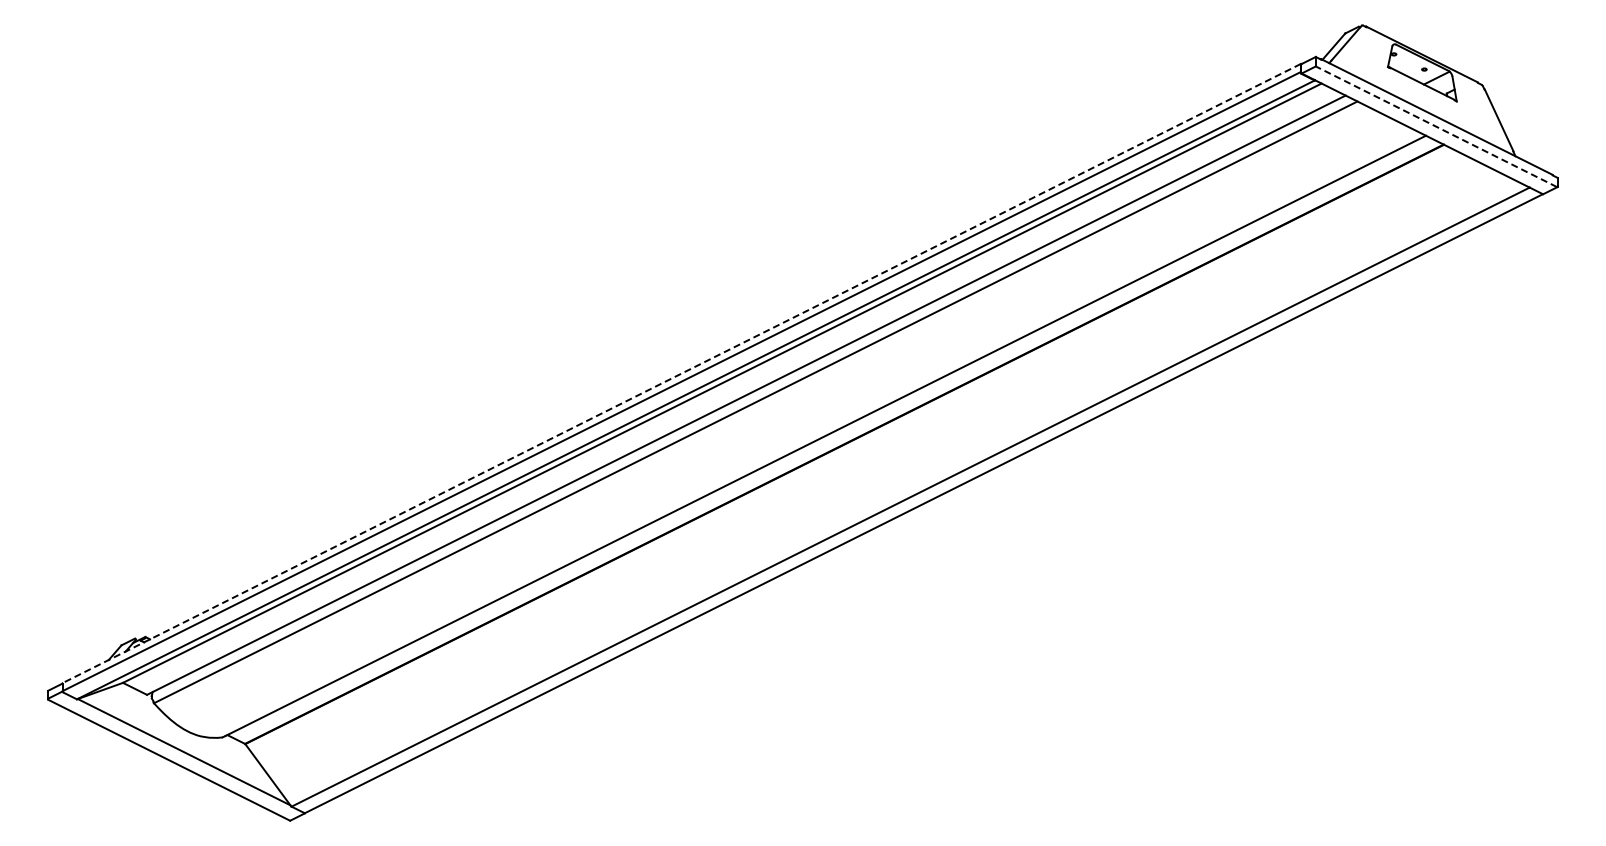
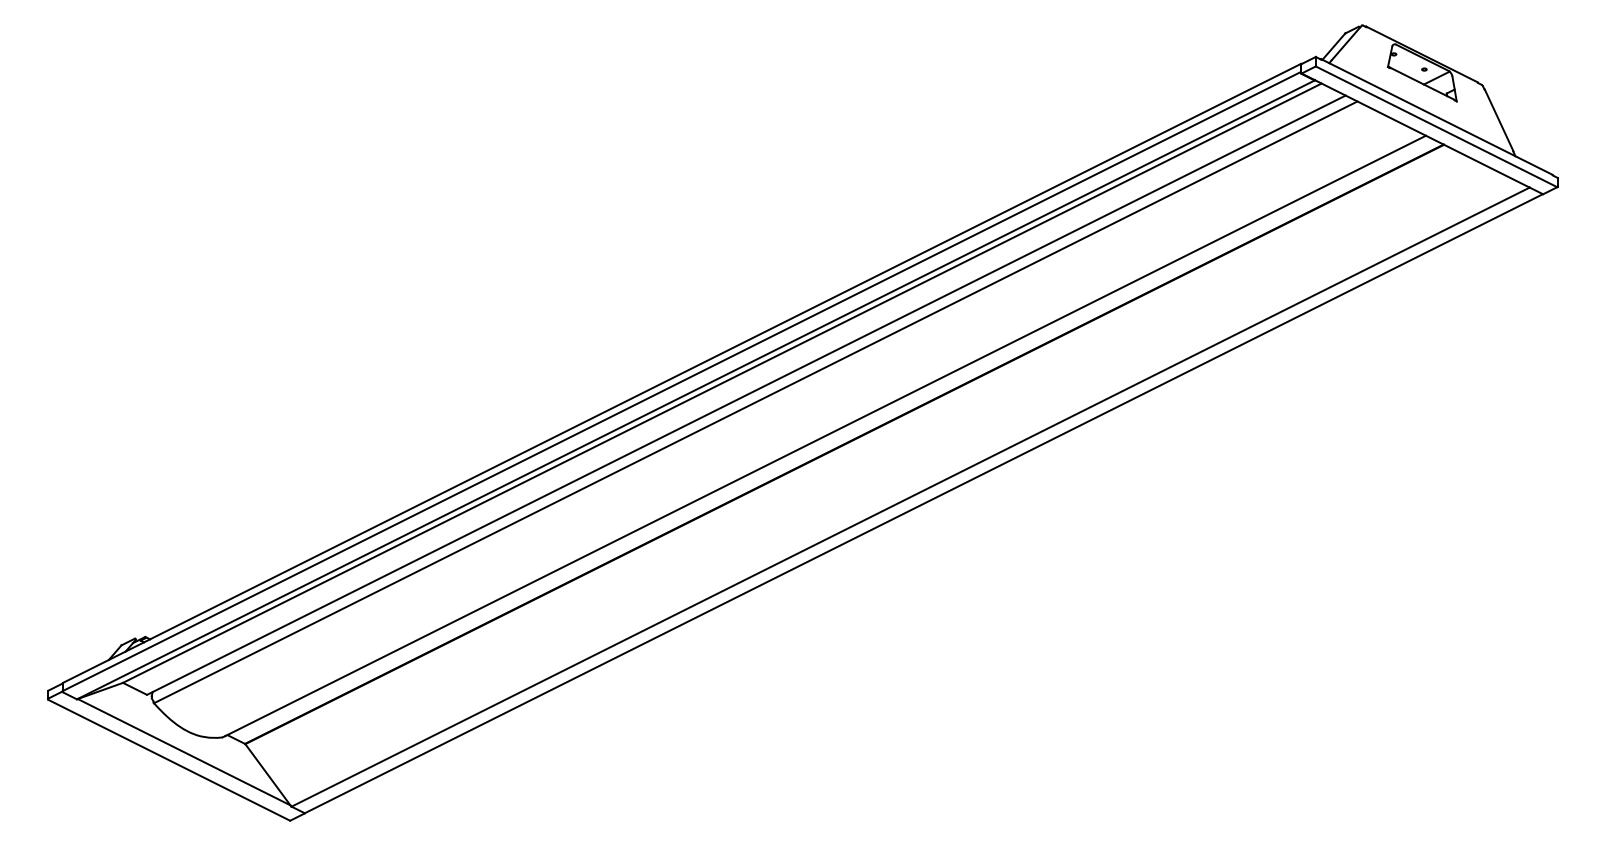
line at (1436, 126): dashed -> solid
line at (682, 373): dashed -> solid
